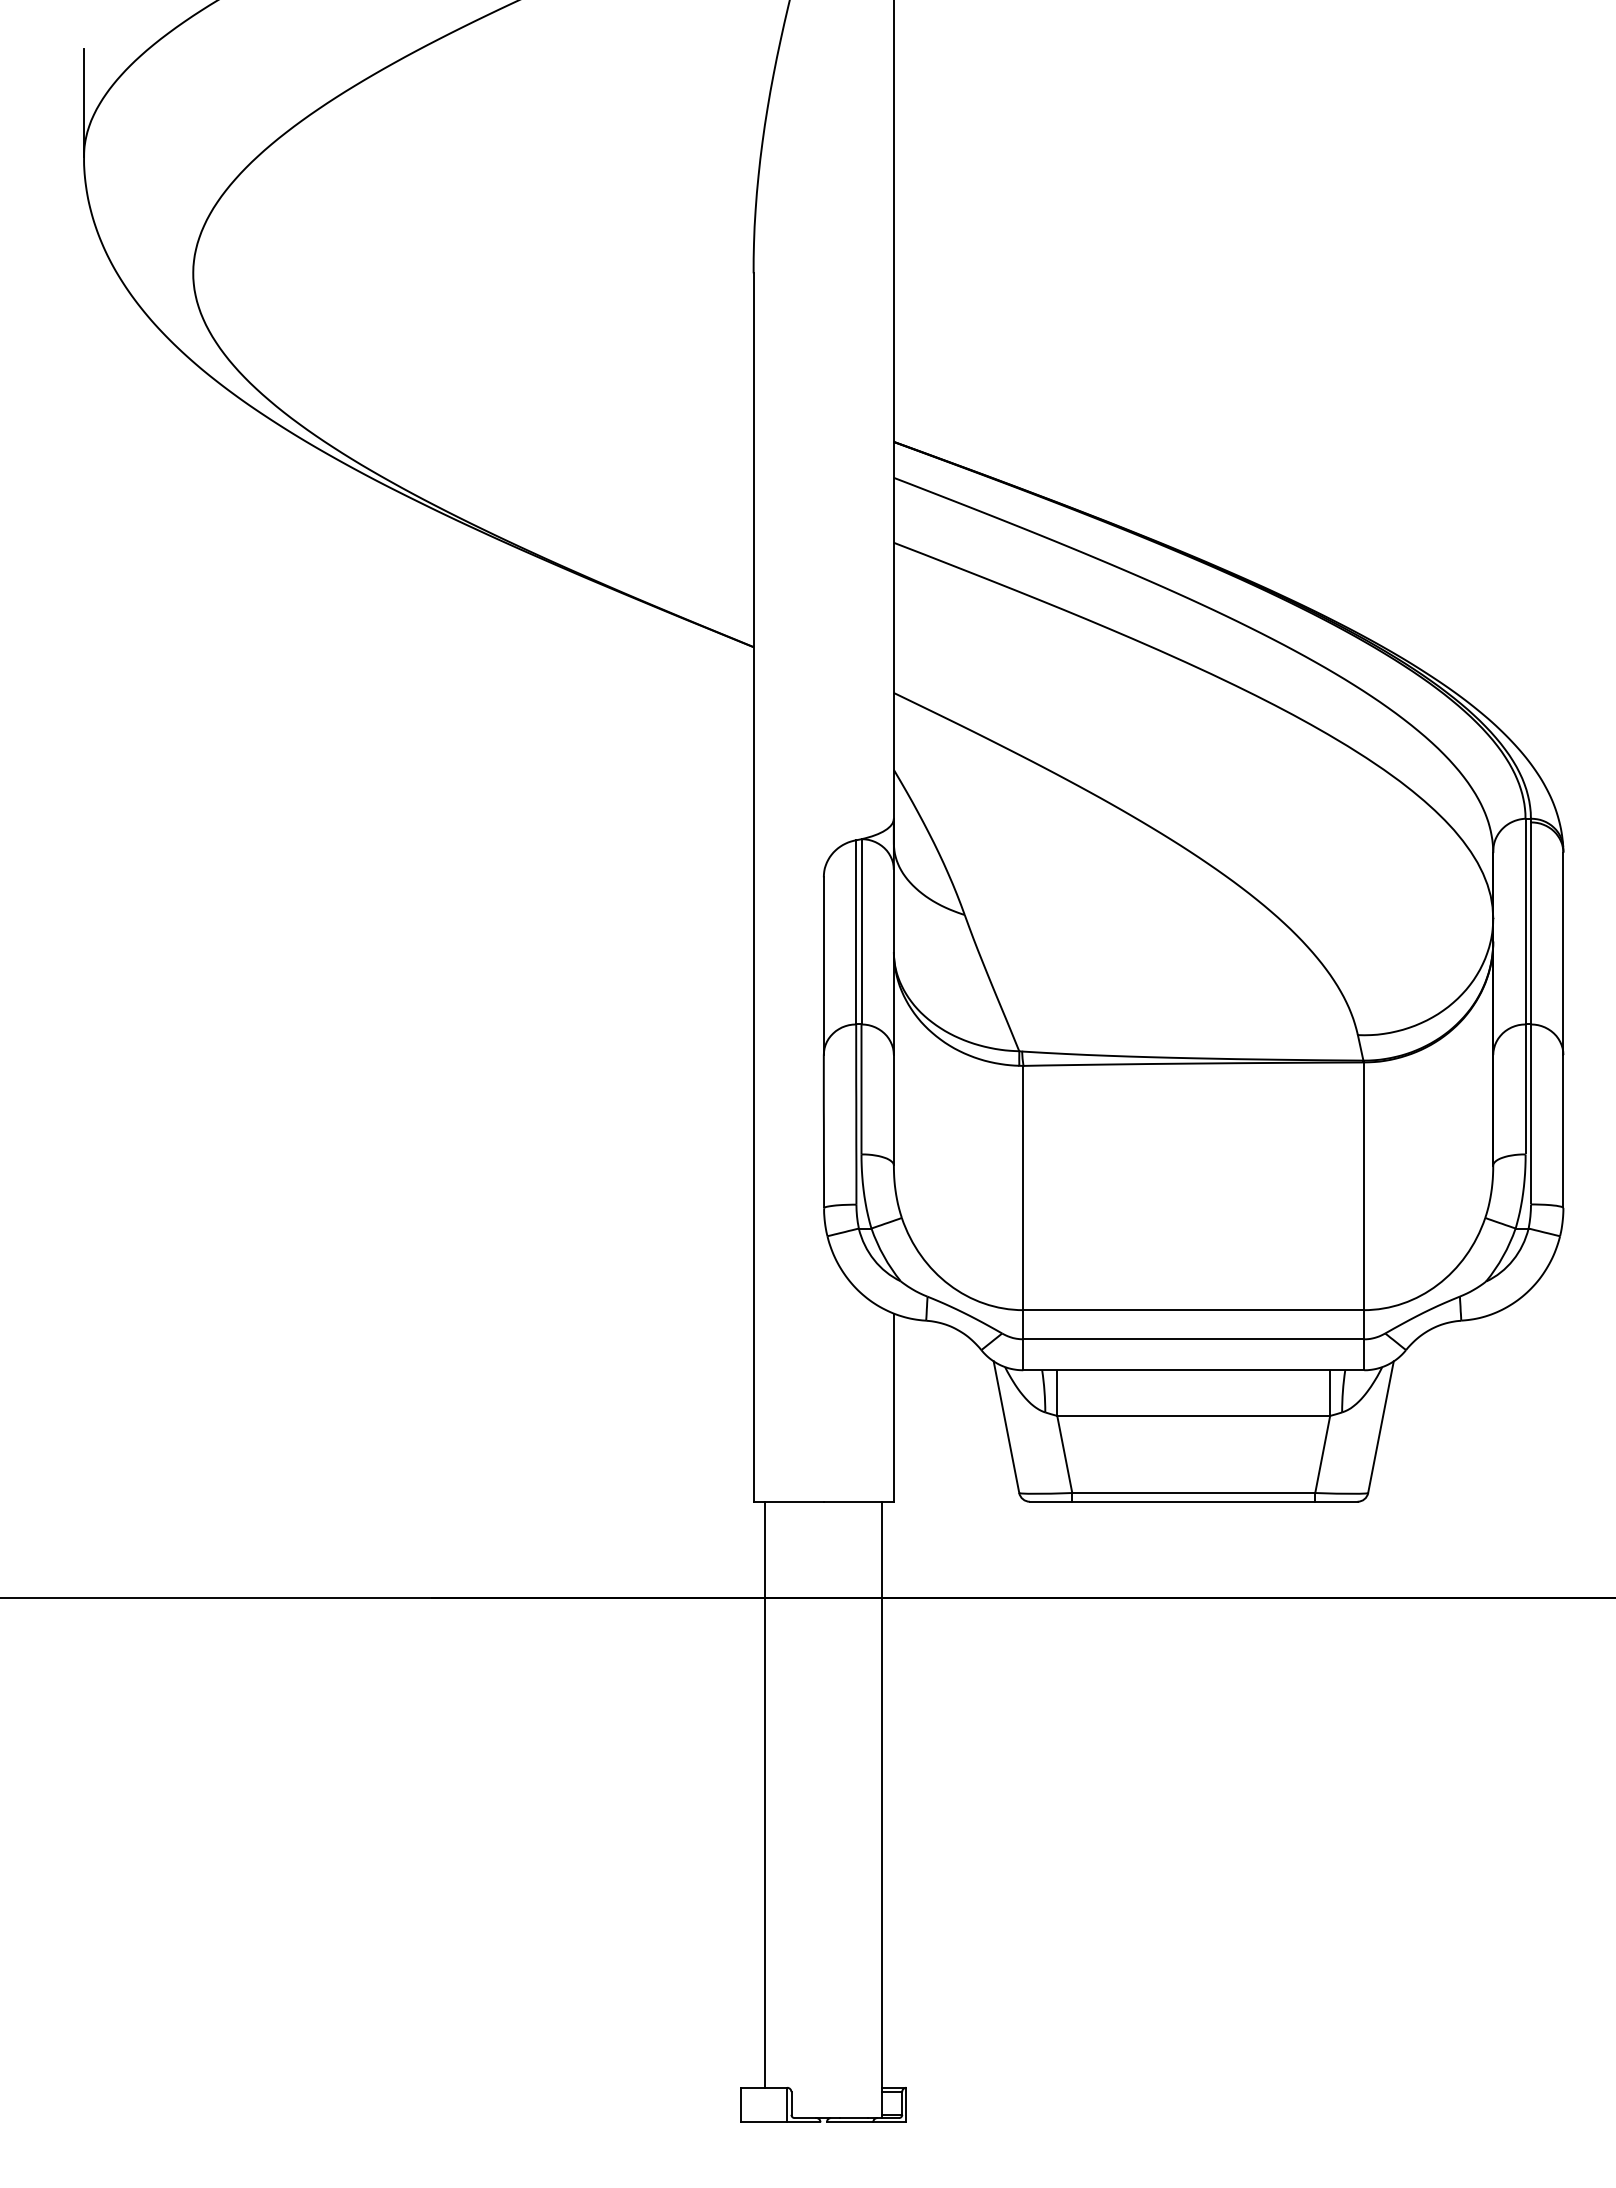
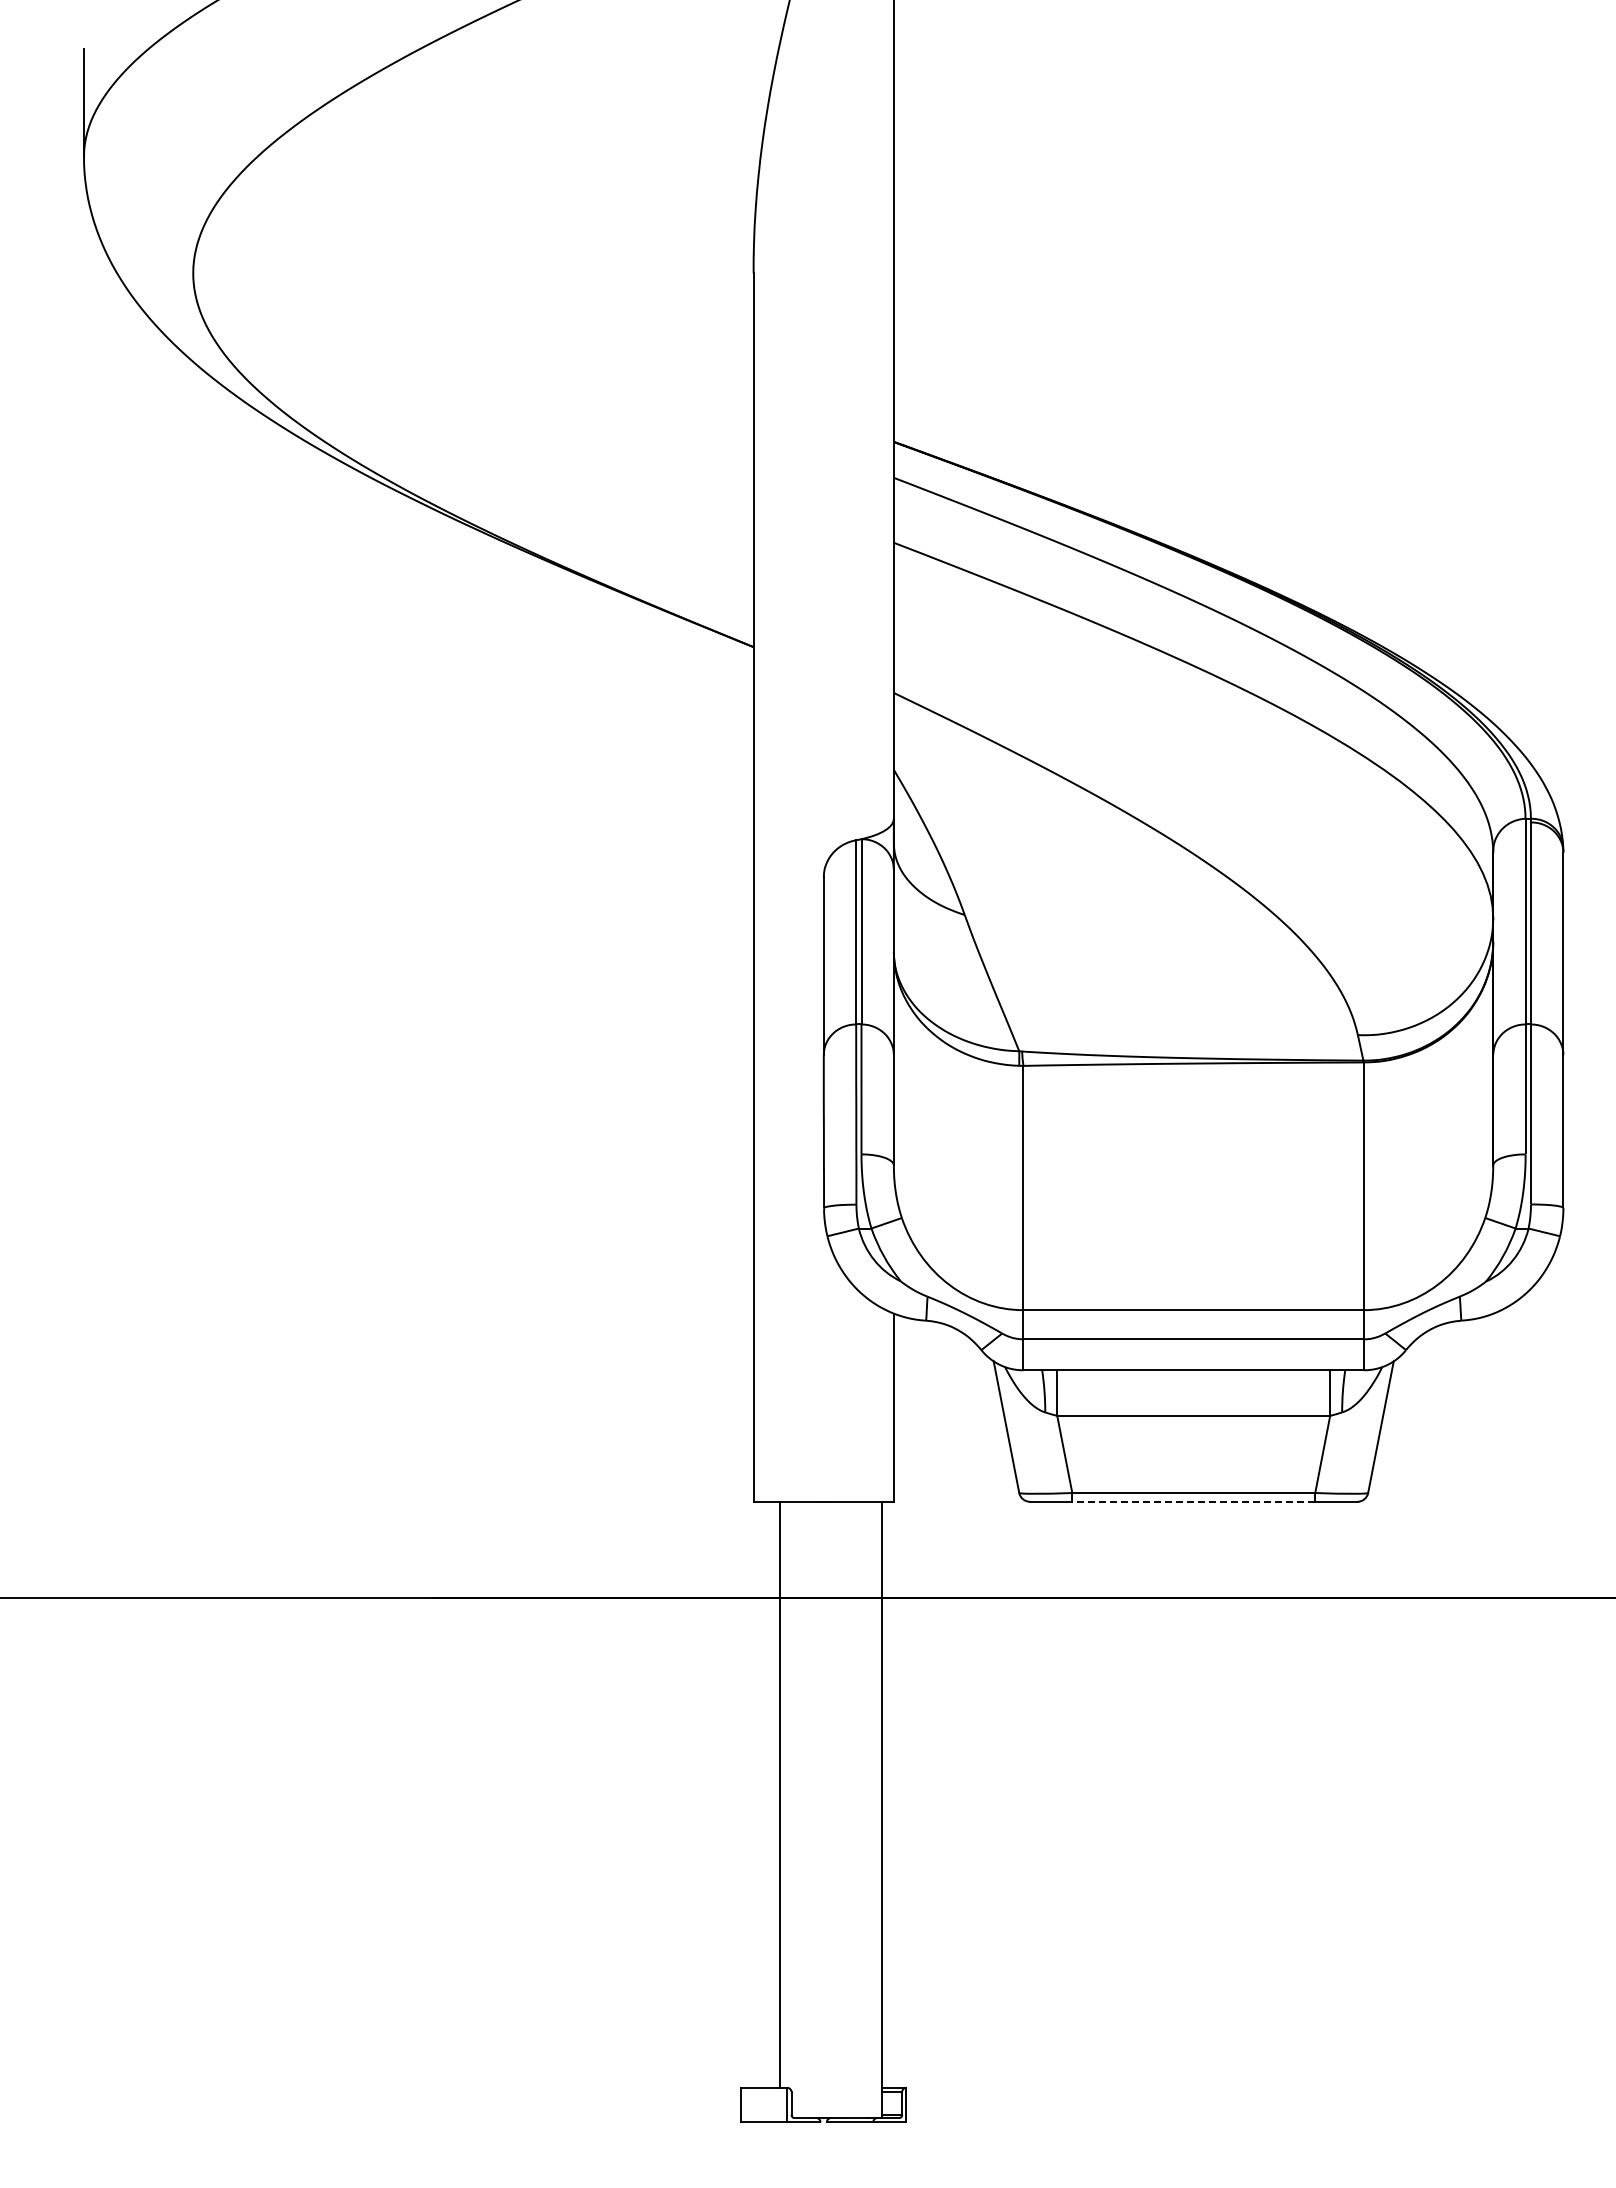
line at (1193, 1501): solid -> dashed
line at (765, 1794) position: (765, 1794) -> (780, 1794)
